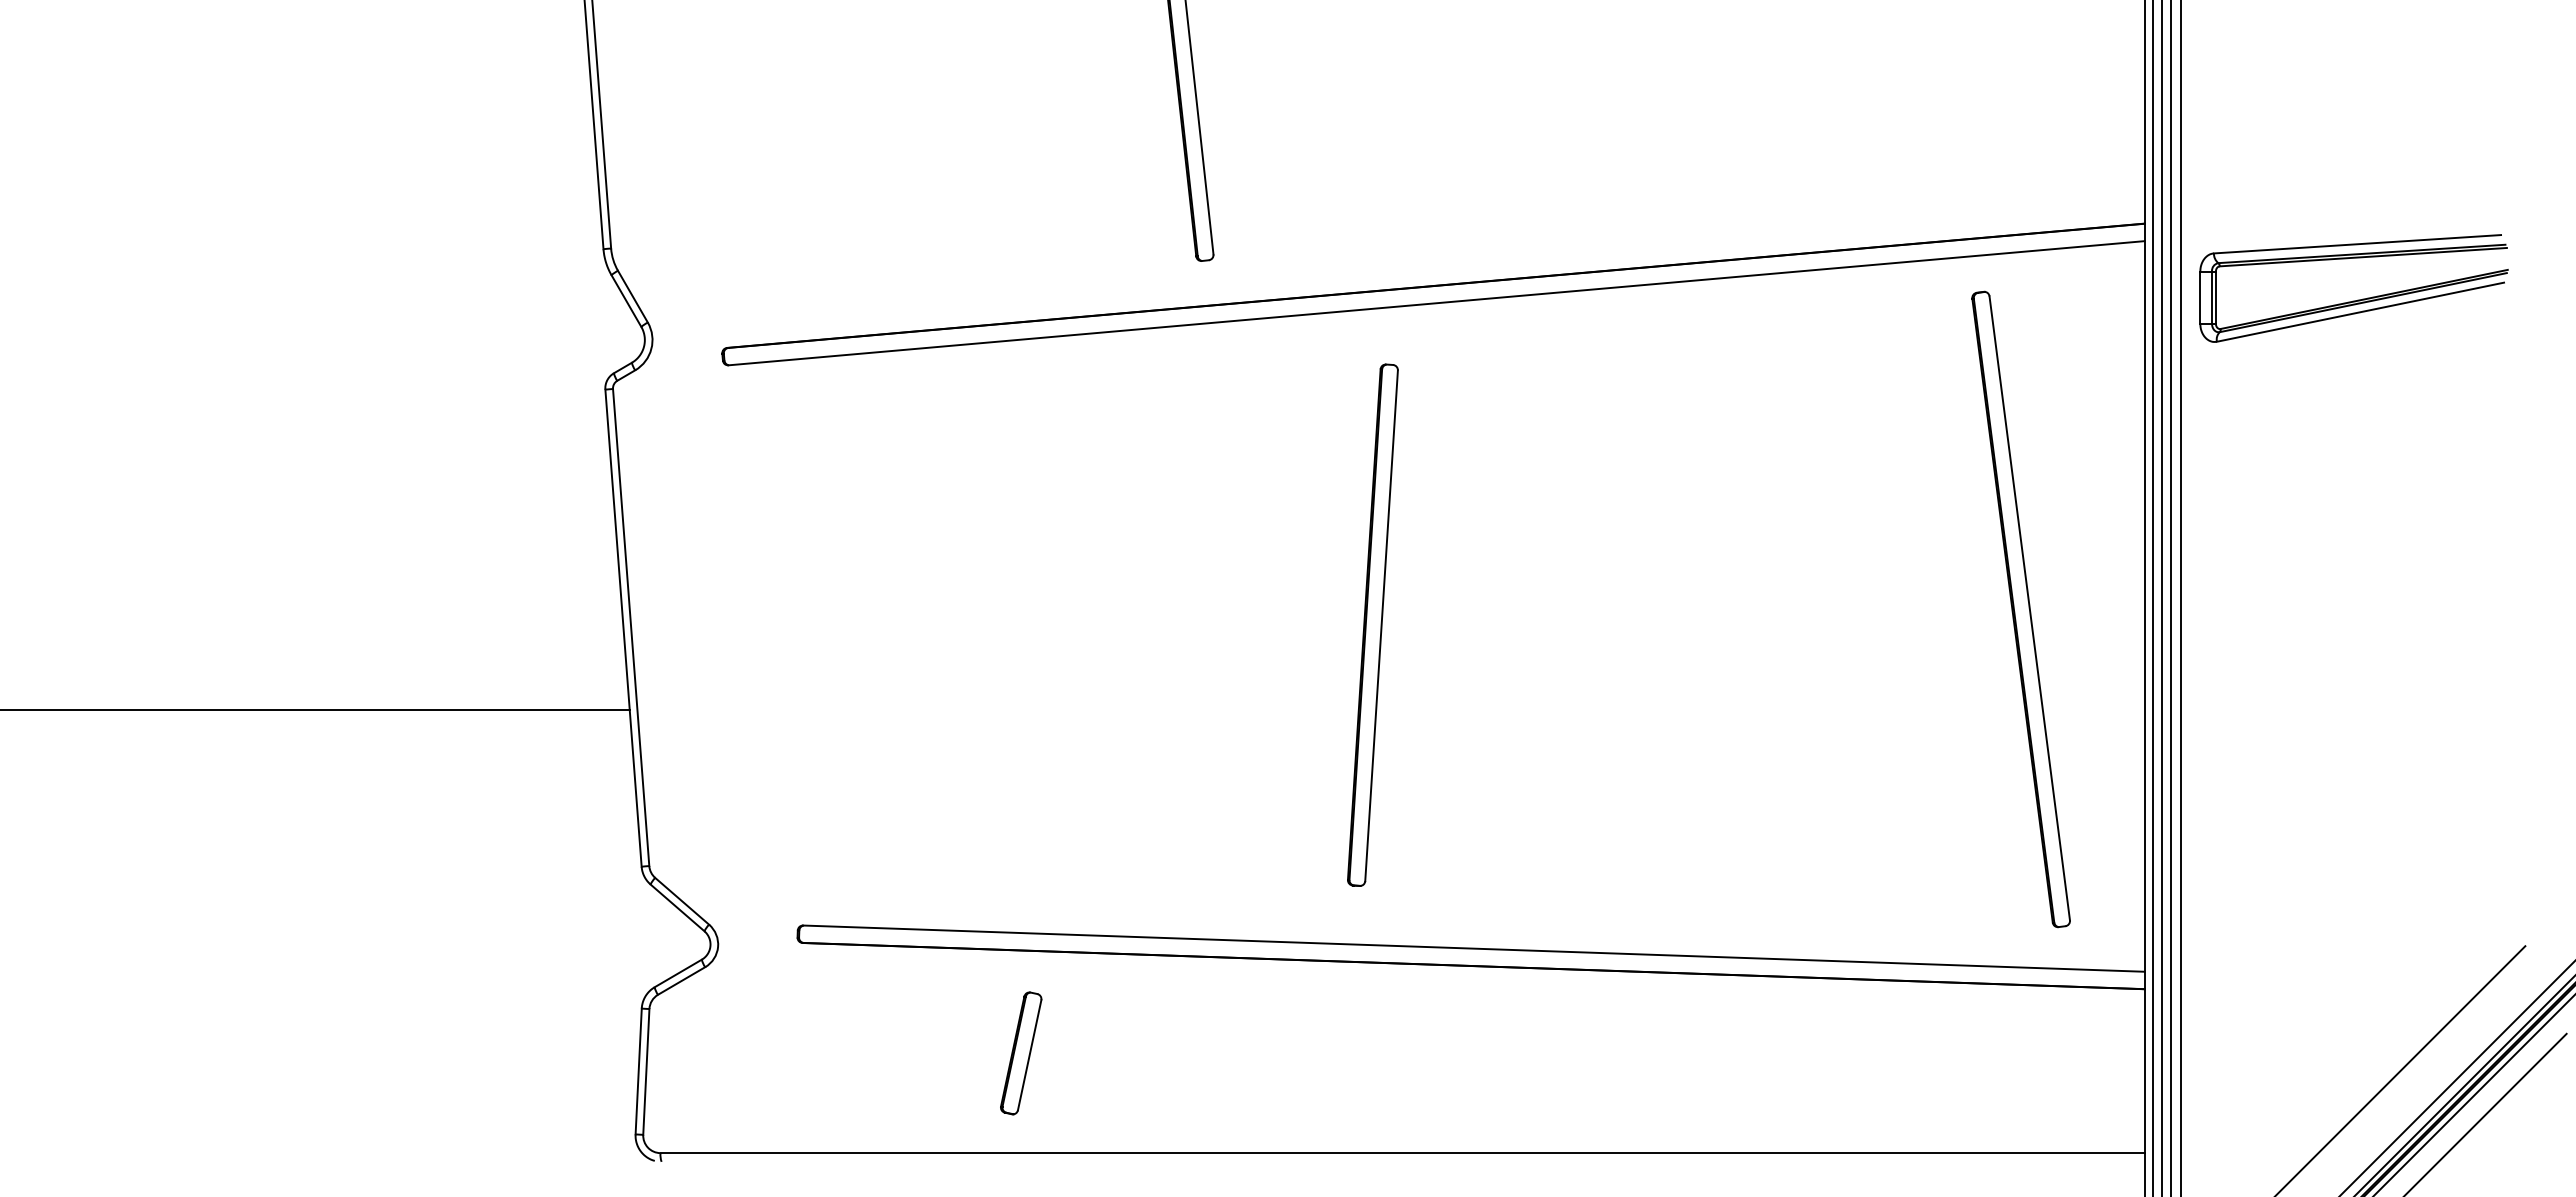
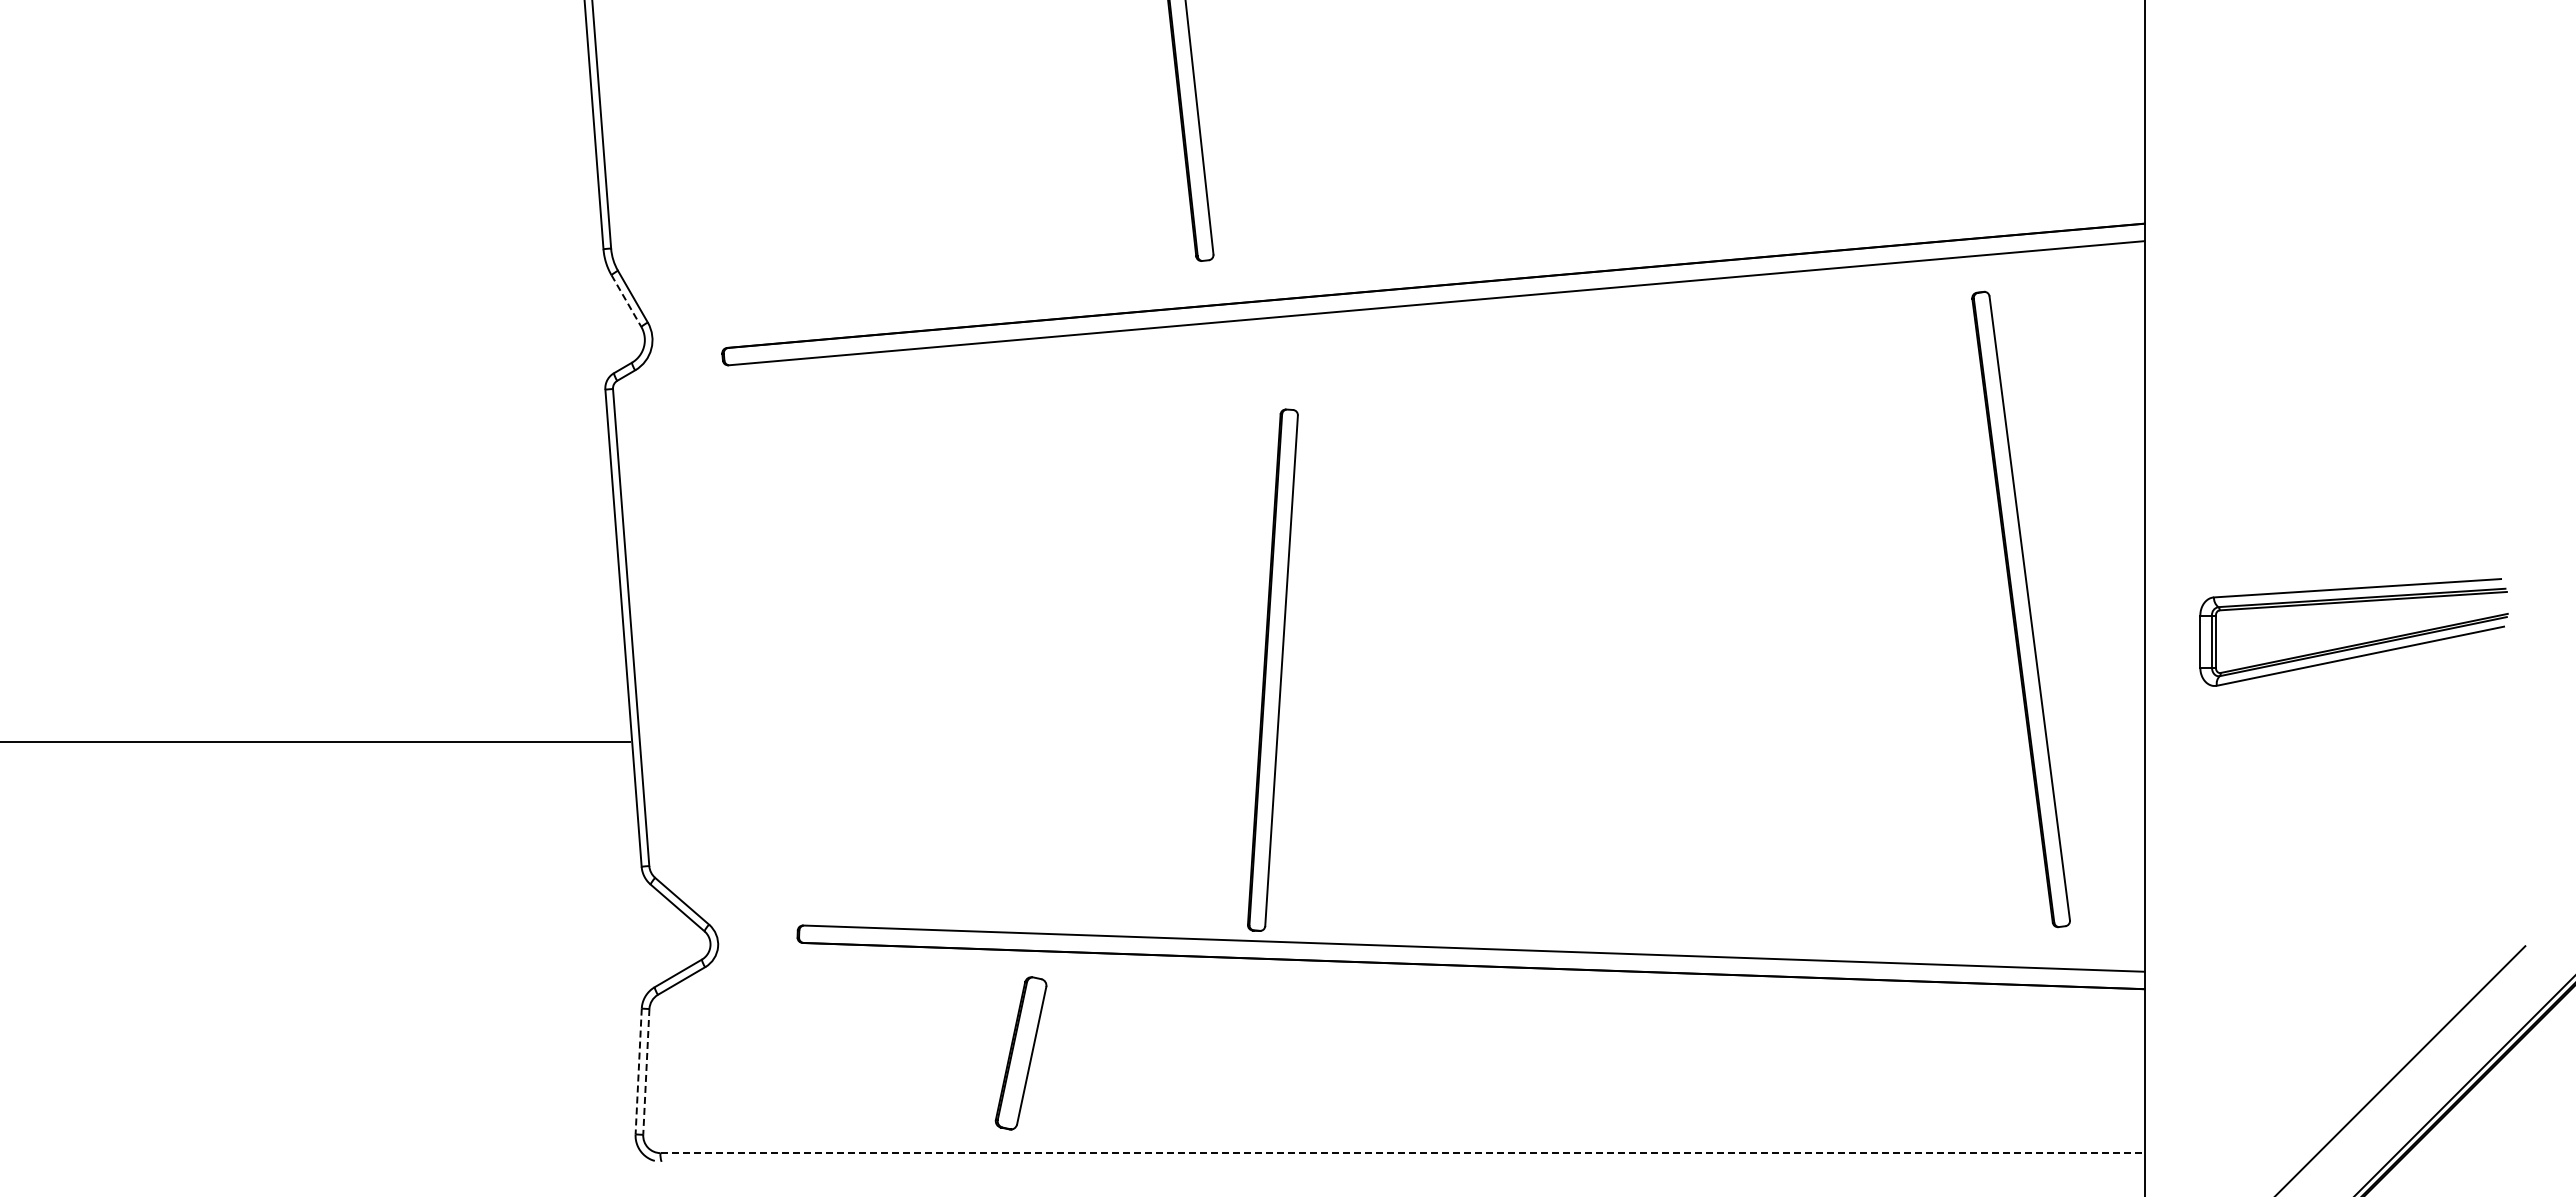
part at (2357, 299) position: (2357, 299) -> (2357, 643)
line at (626, 301): solid -> dashed
line at (2153, 597): present -> none
line at (2162, 597): present -> none
line at (2170, 597): present -> none
line at (2180, 597): present -> none
part at (1372, 624) position: (1372, 624) -> (1272, 669)
line at (315, 709) position: (315, 709) -> (315, 741)
part at (1021, 1053) size: 43x125 px -> 54x155 px
line at (638, 1071): solid -> dashed
line at (646, 1071): solid -> dashed
line at (2457, 1078): present -> none
line at (2474, 1095): present -> none
line at (2486, 1113): present -> none
line at (1403, 1153): solid -> dashed
